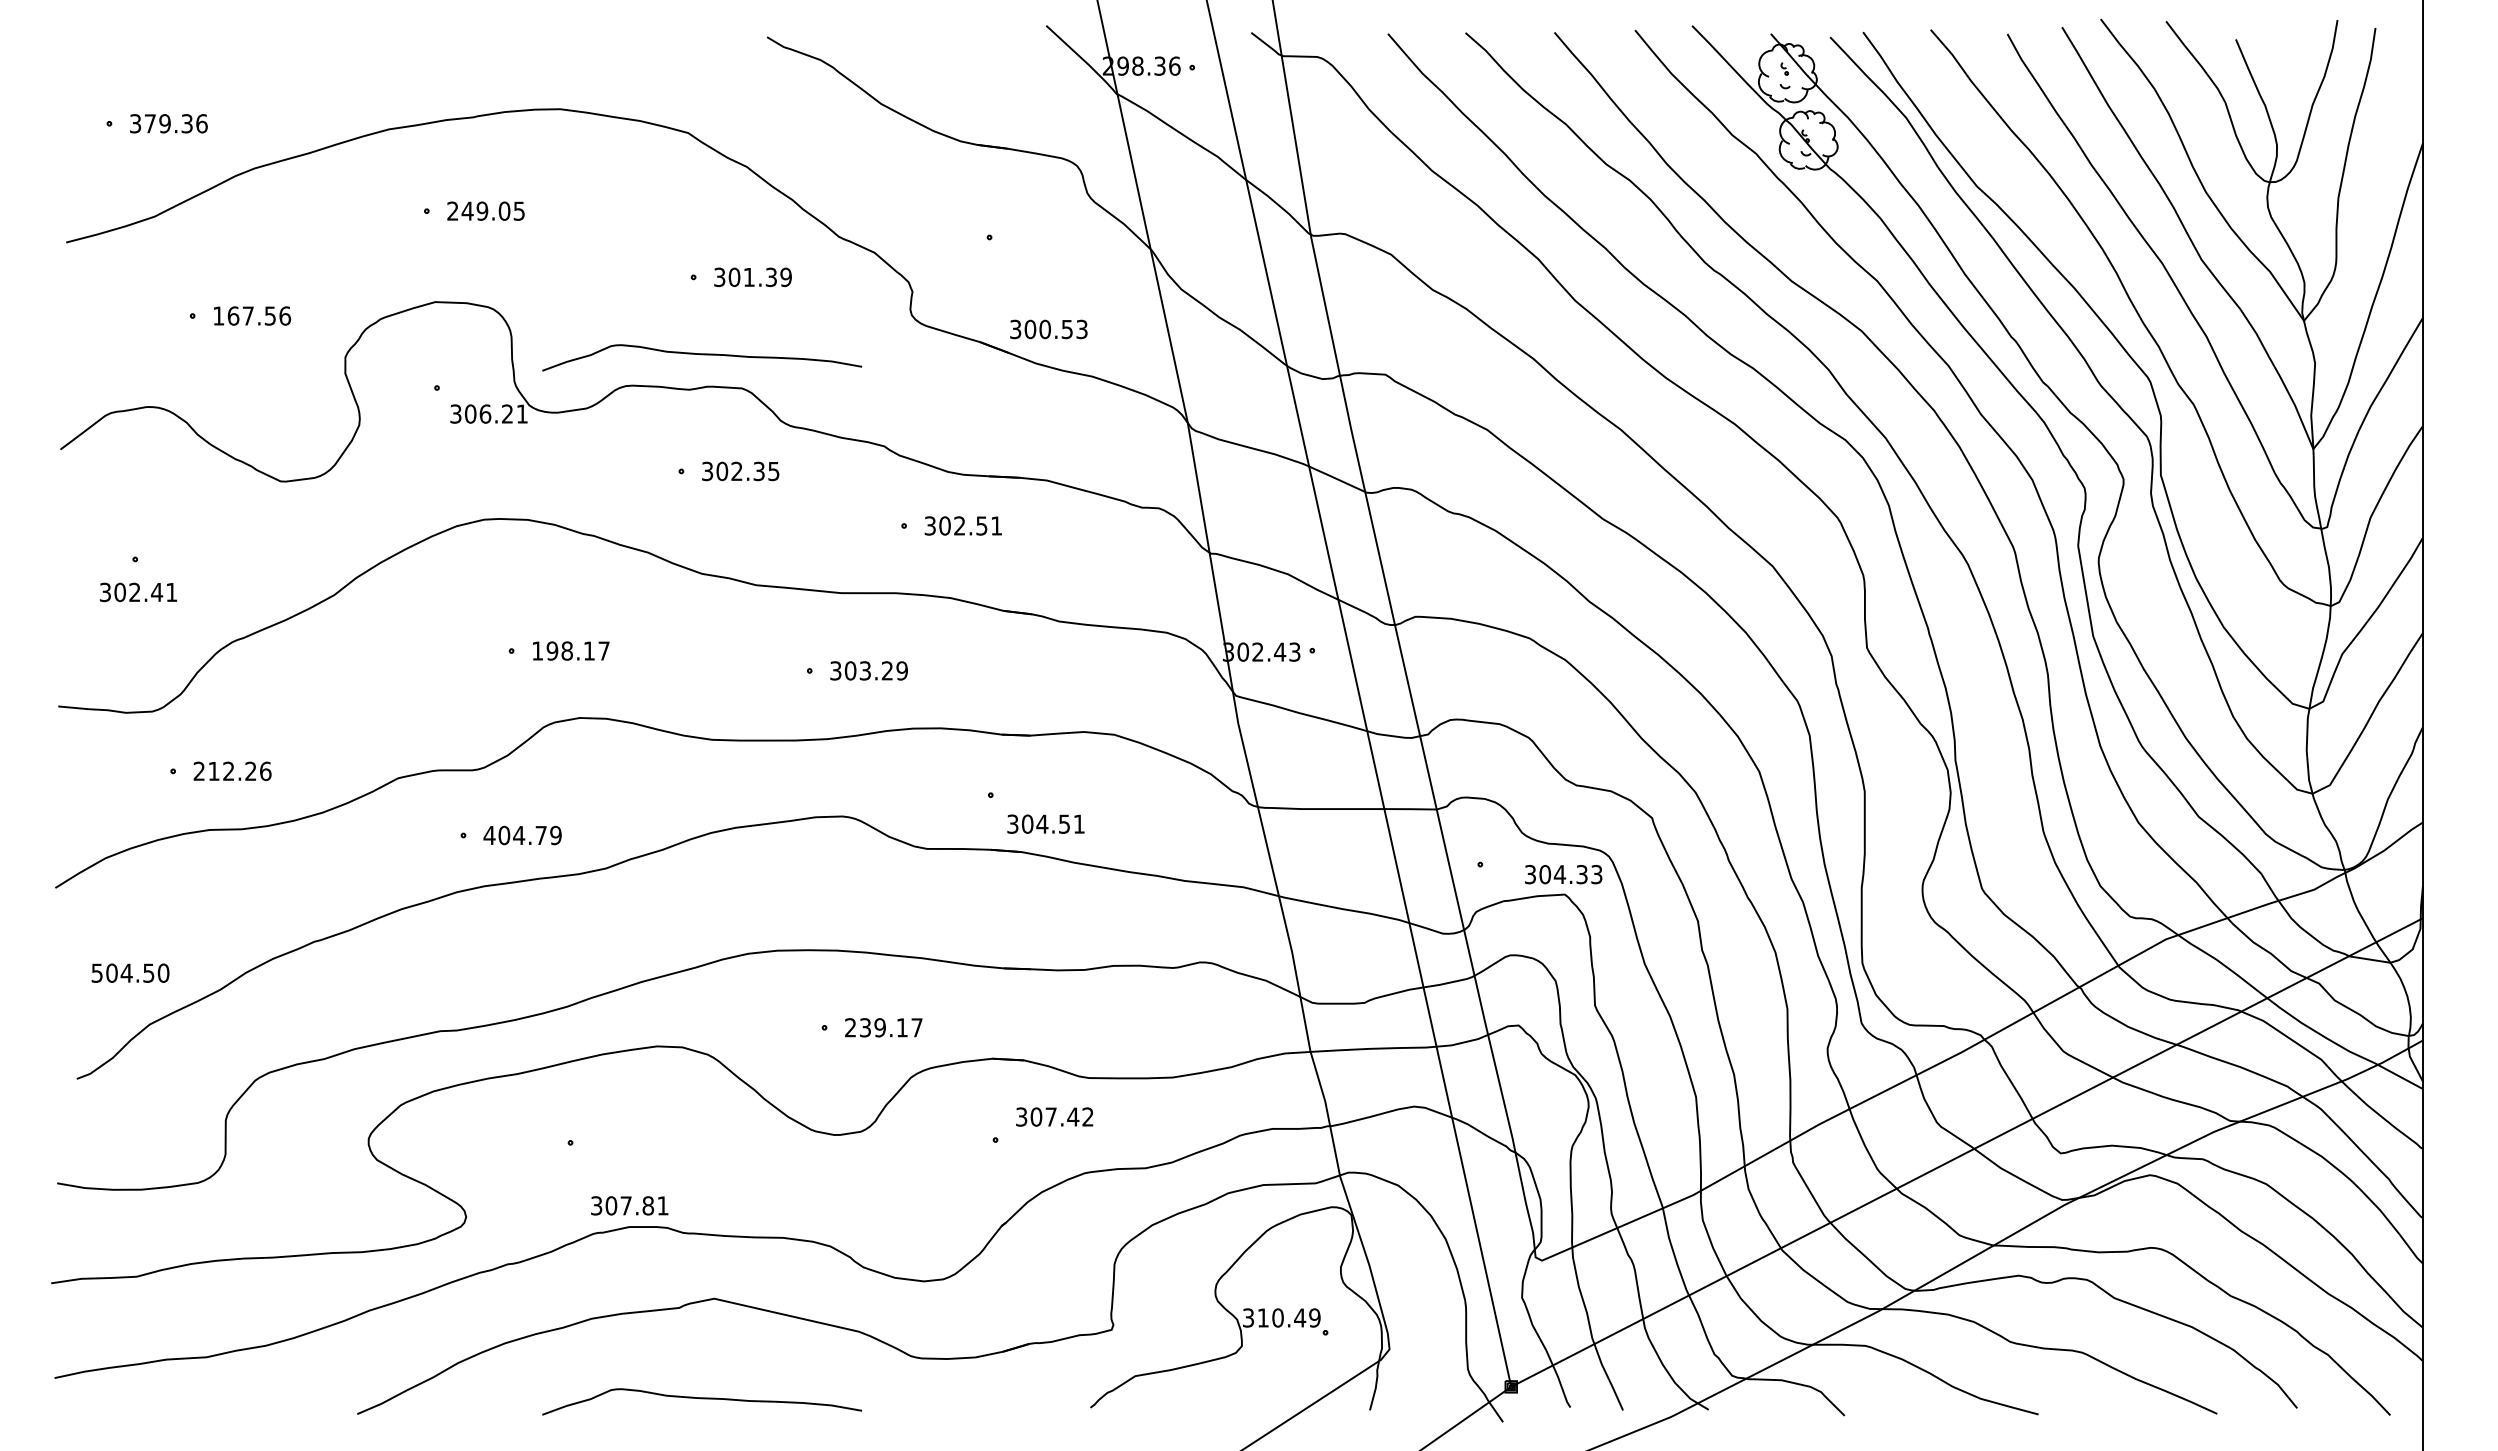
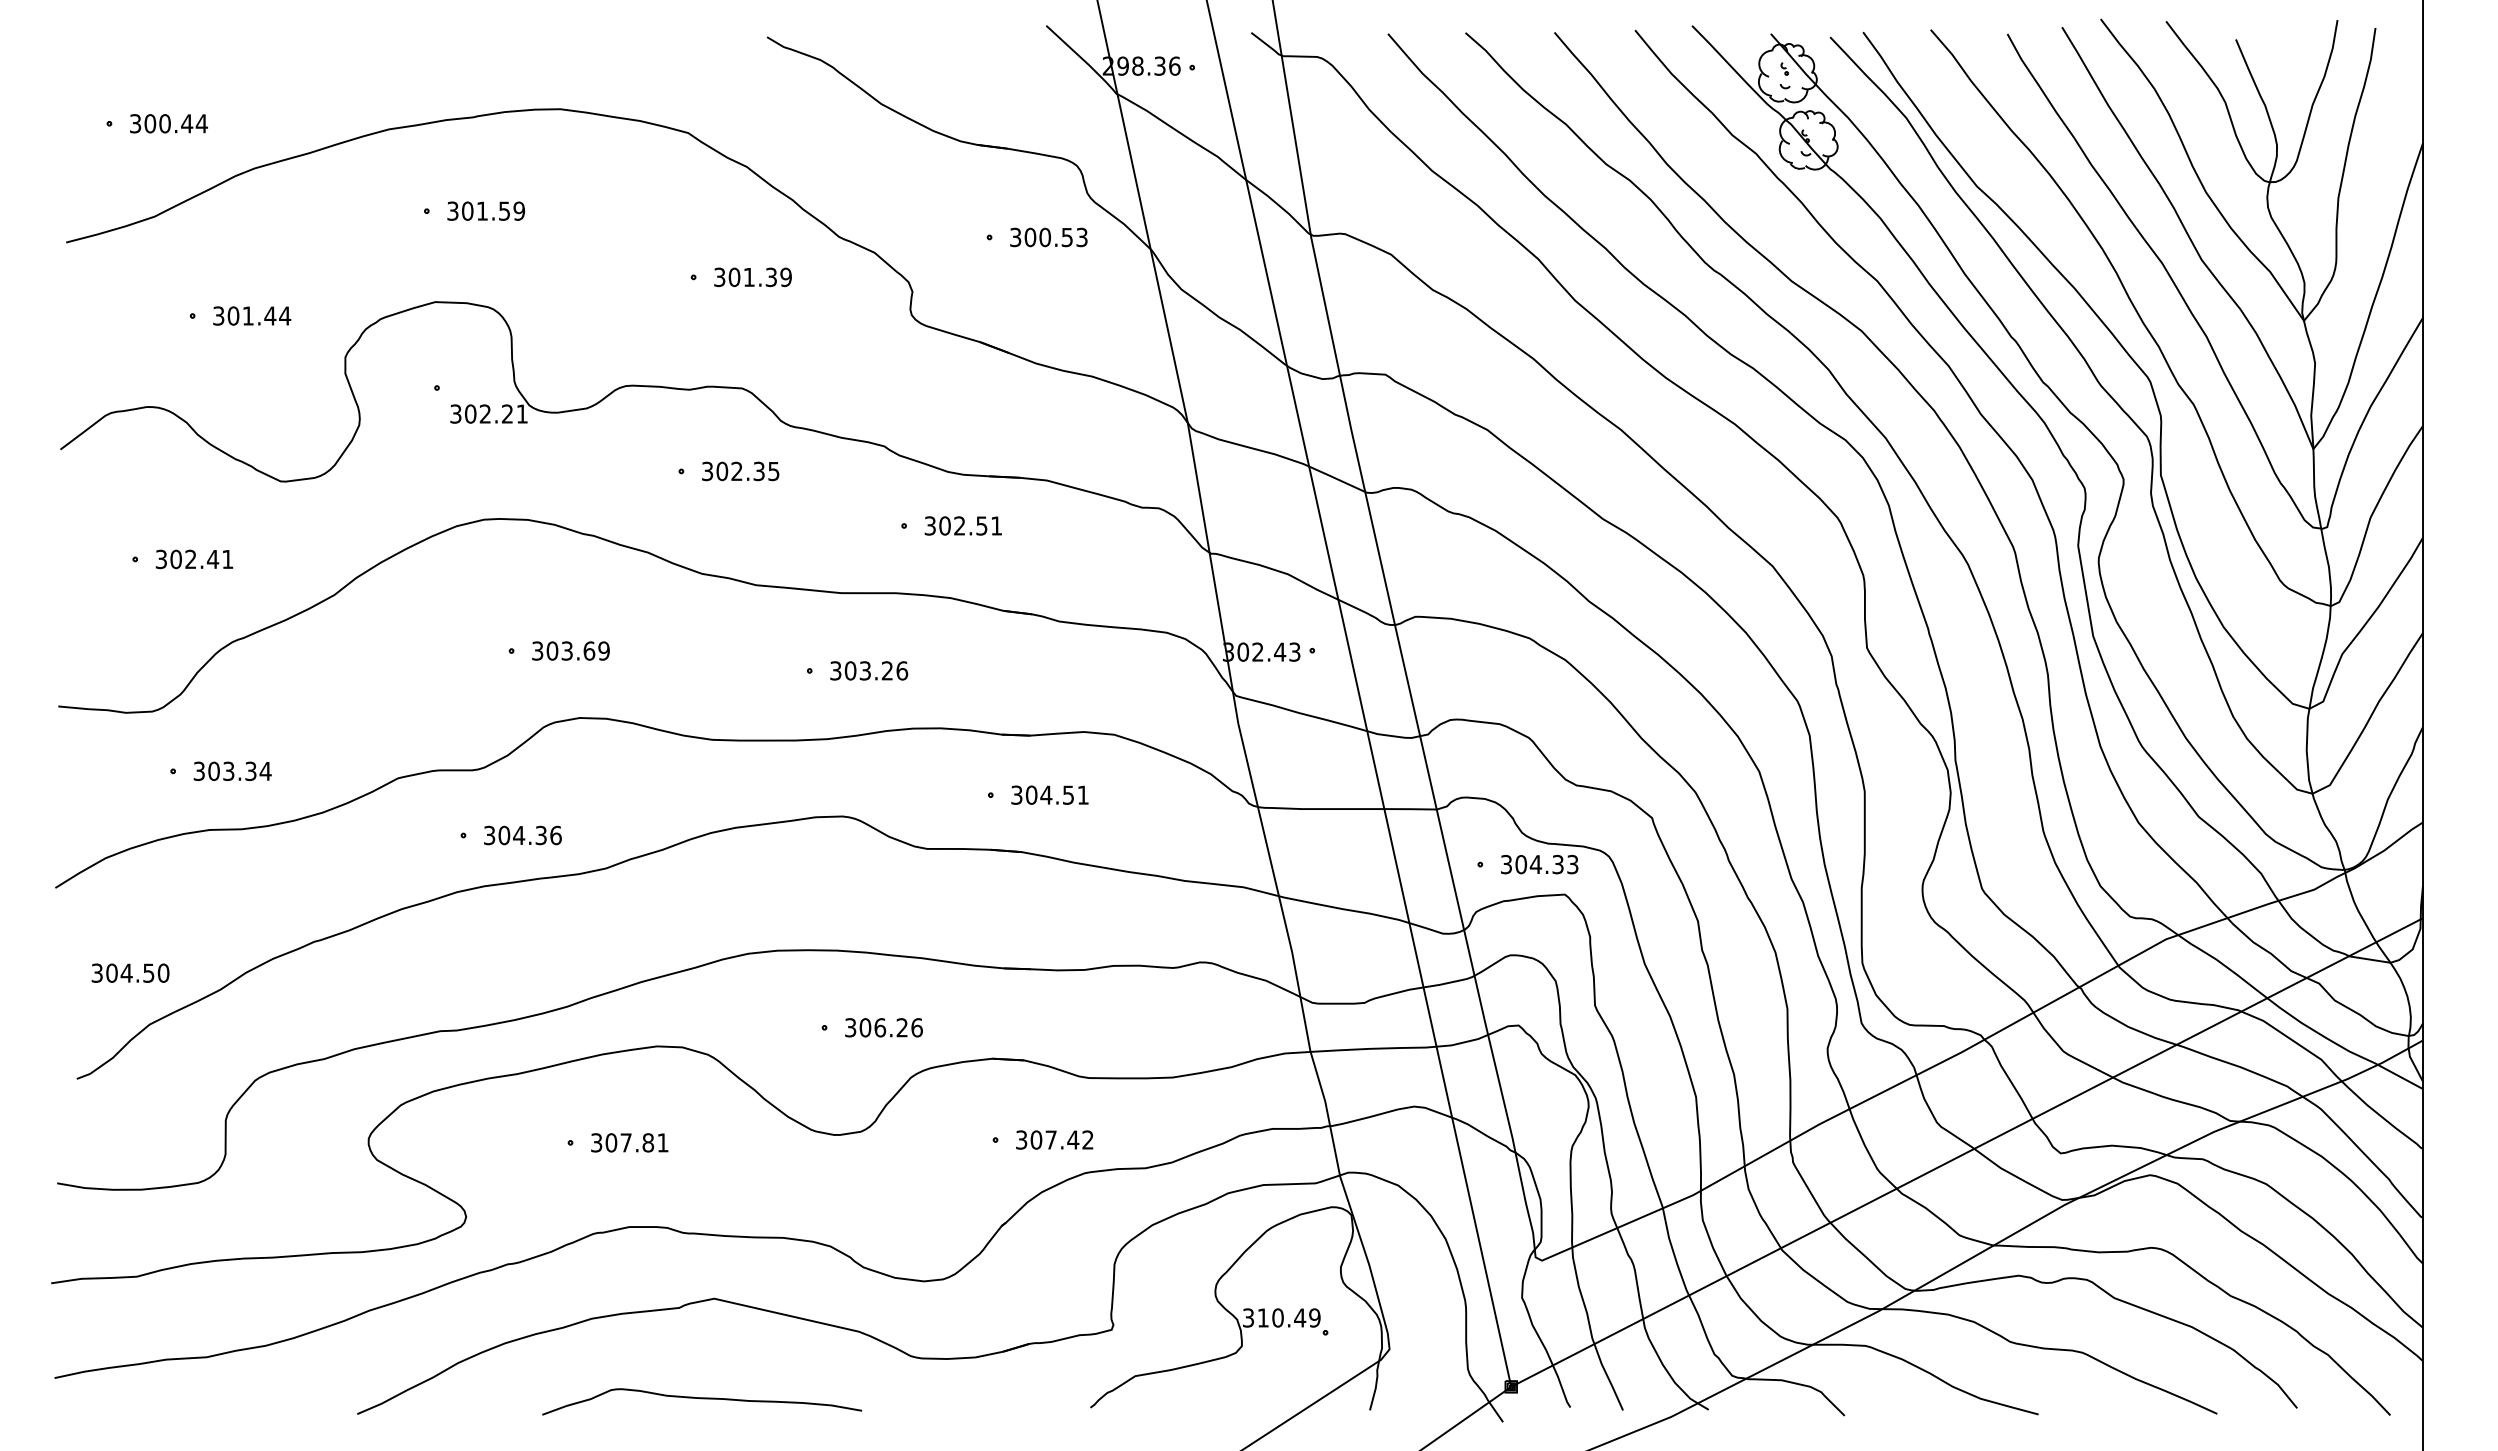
text at (175, 123): 379.36 -> 300.44
text at (486, 210): 249.05 -> 301.59
text at (252, 315): 167.56 -> 301.44
text at (1048, 329) position: (1048, 329) -> (1048, 237)
curve at (702, 355): present -> none
text at (485, 413): 306.21 -> 302.21
text at (138, 592) position: (138, 592) -> (194, 559)
text at (570, 650): 198.17 -> 303.69
text at (902, 670): 303.29 -> 303.26
text at (232, 771): 212.26 -> 303.34
text at (1045, 823) position: (1045, 823) -> (1049, 794)
text at (522, 835): 404.79 -> 304.36
text at (1563, 874) position: (1563, 874) -> (1539, 864)
text at (97, 972): 504.50 -> 304.50
text at (883, 1027): 239.17 -> 306.26
text at (1054, 1116) position: (1054, 1116) -> (1054, 1139)
text at (629, 1205) position: (629, 1205) -> (629, 1142)
